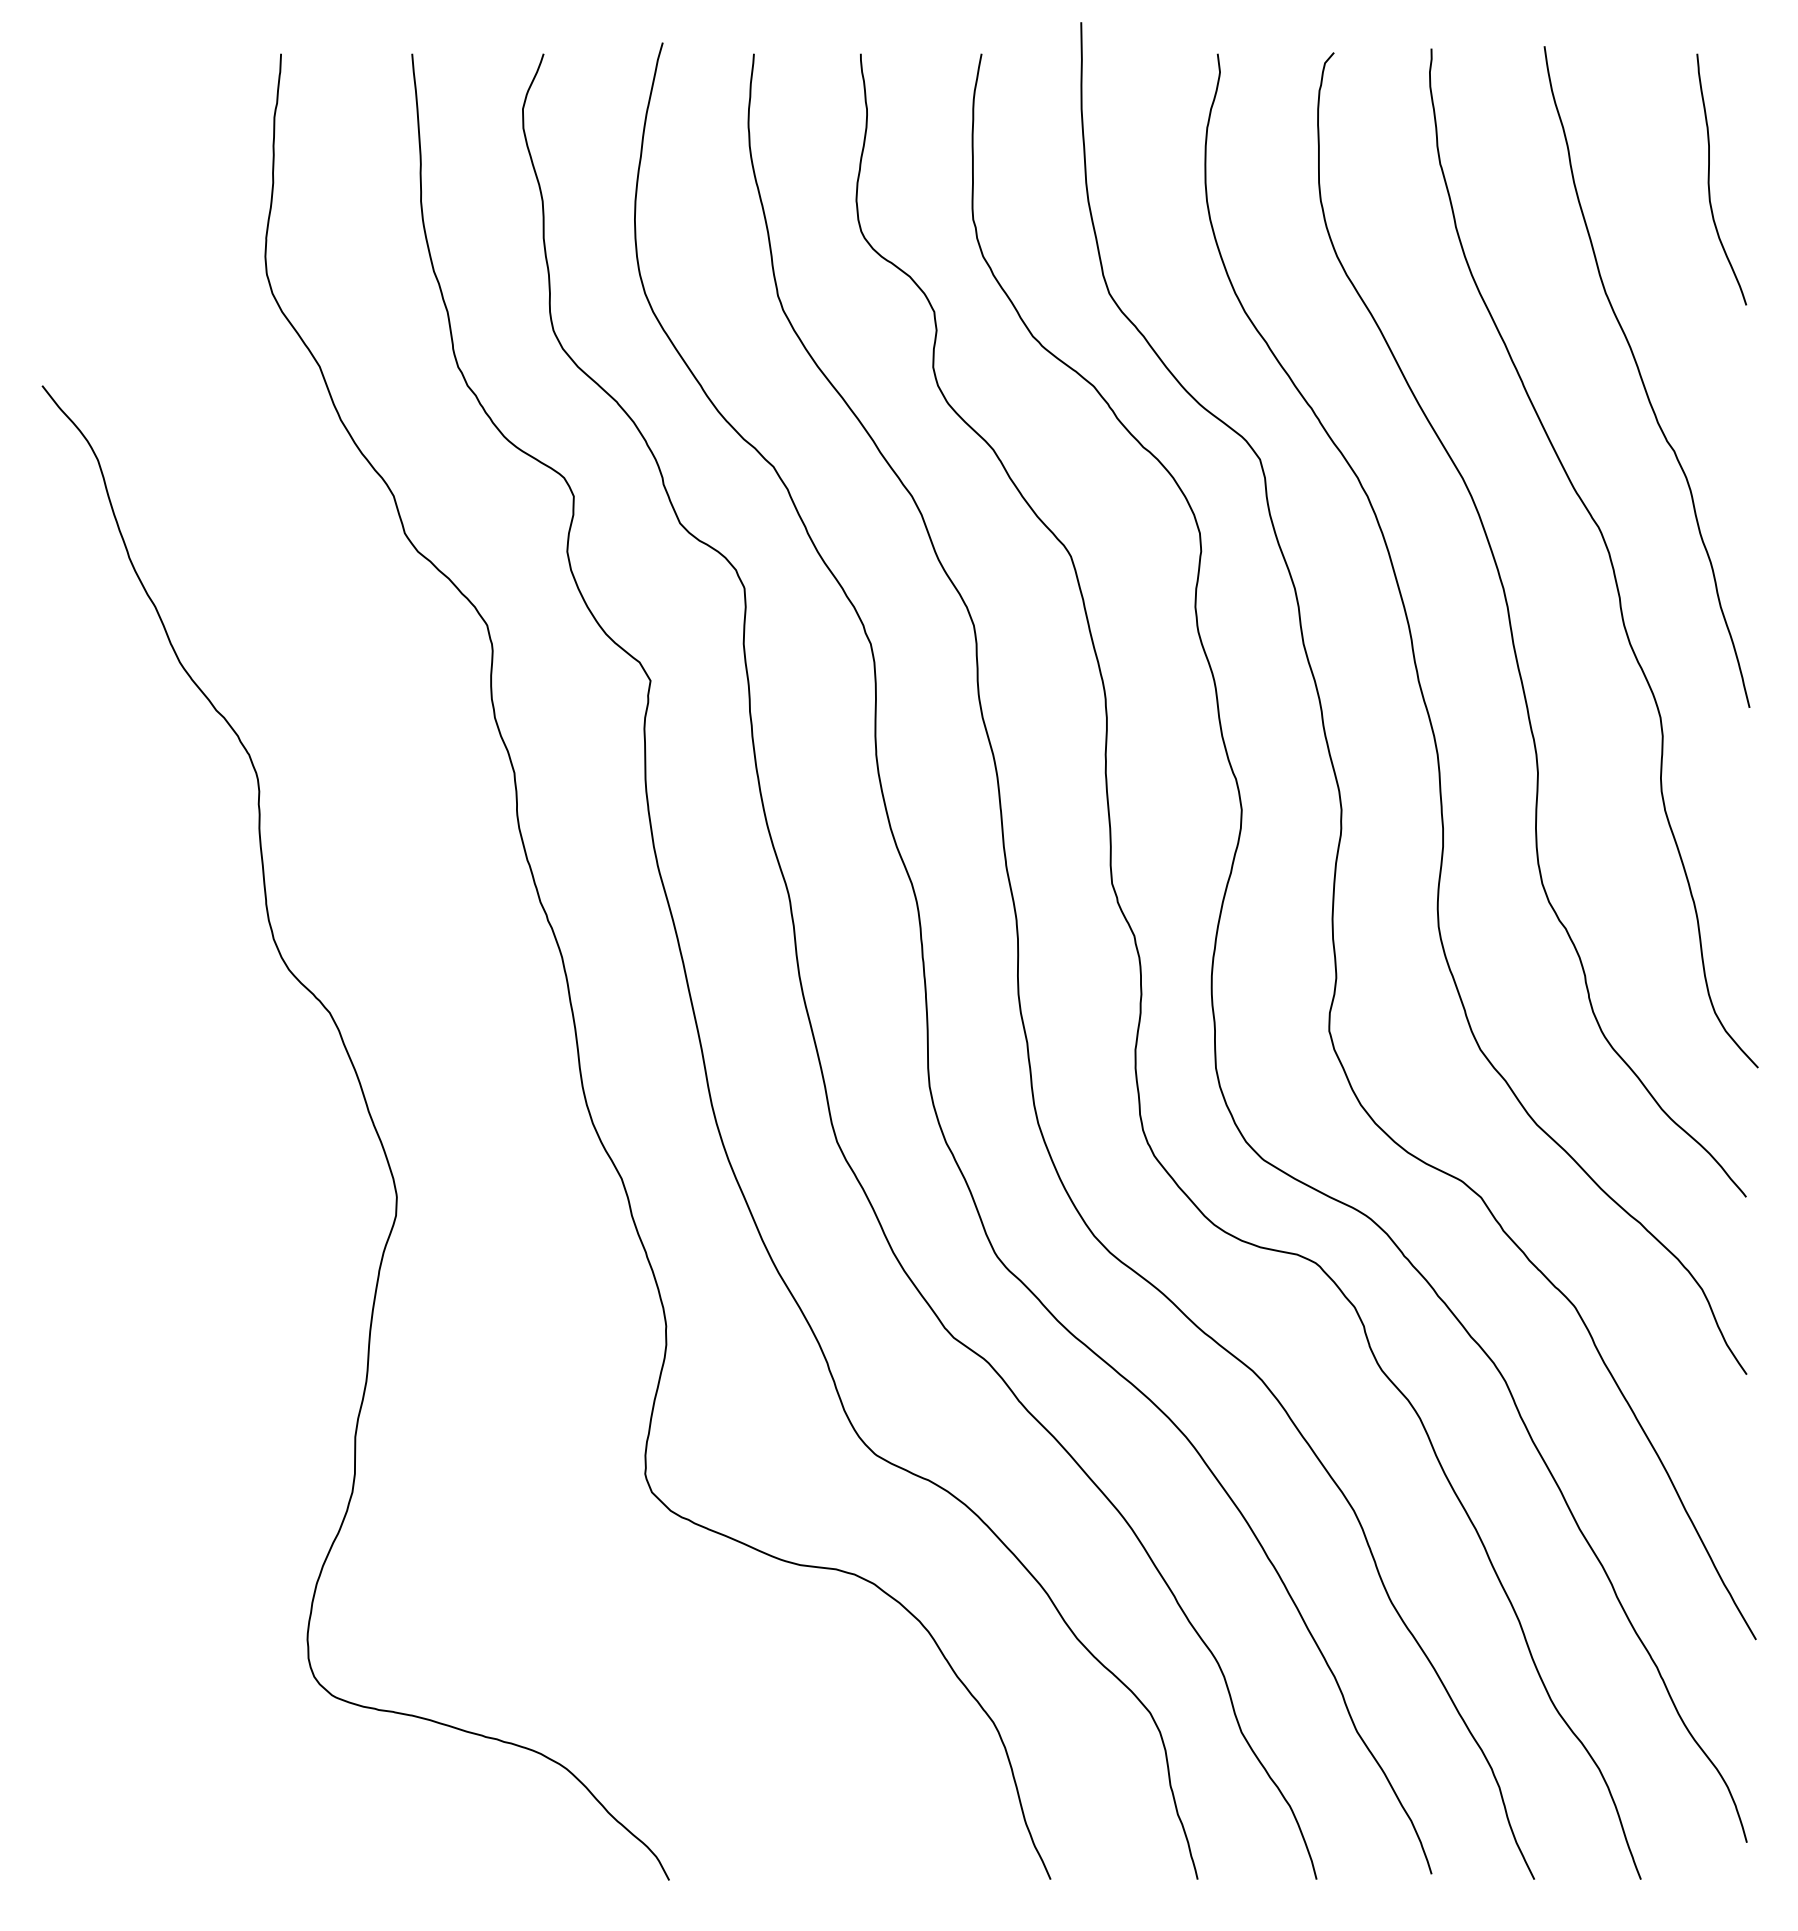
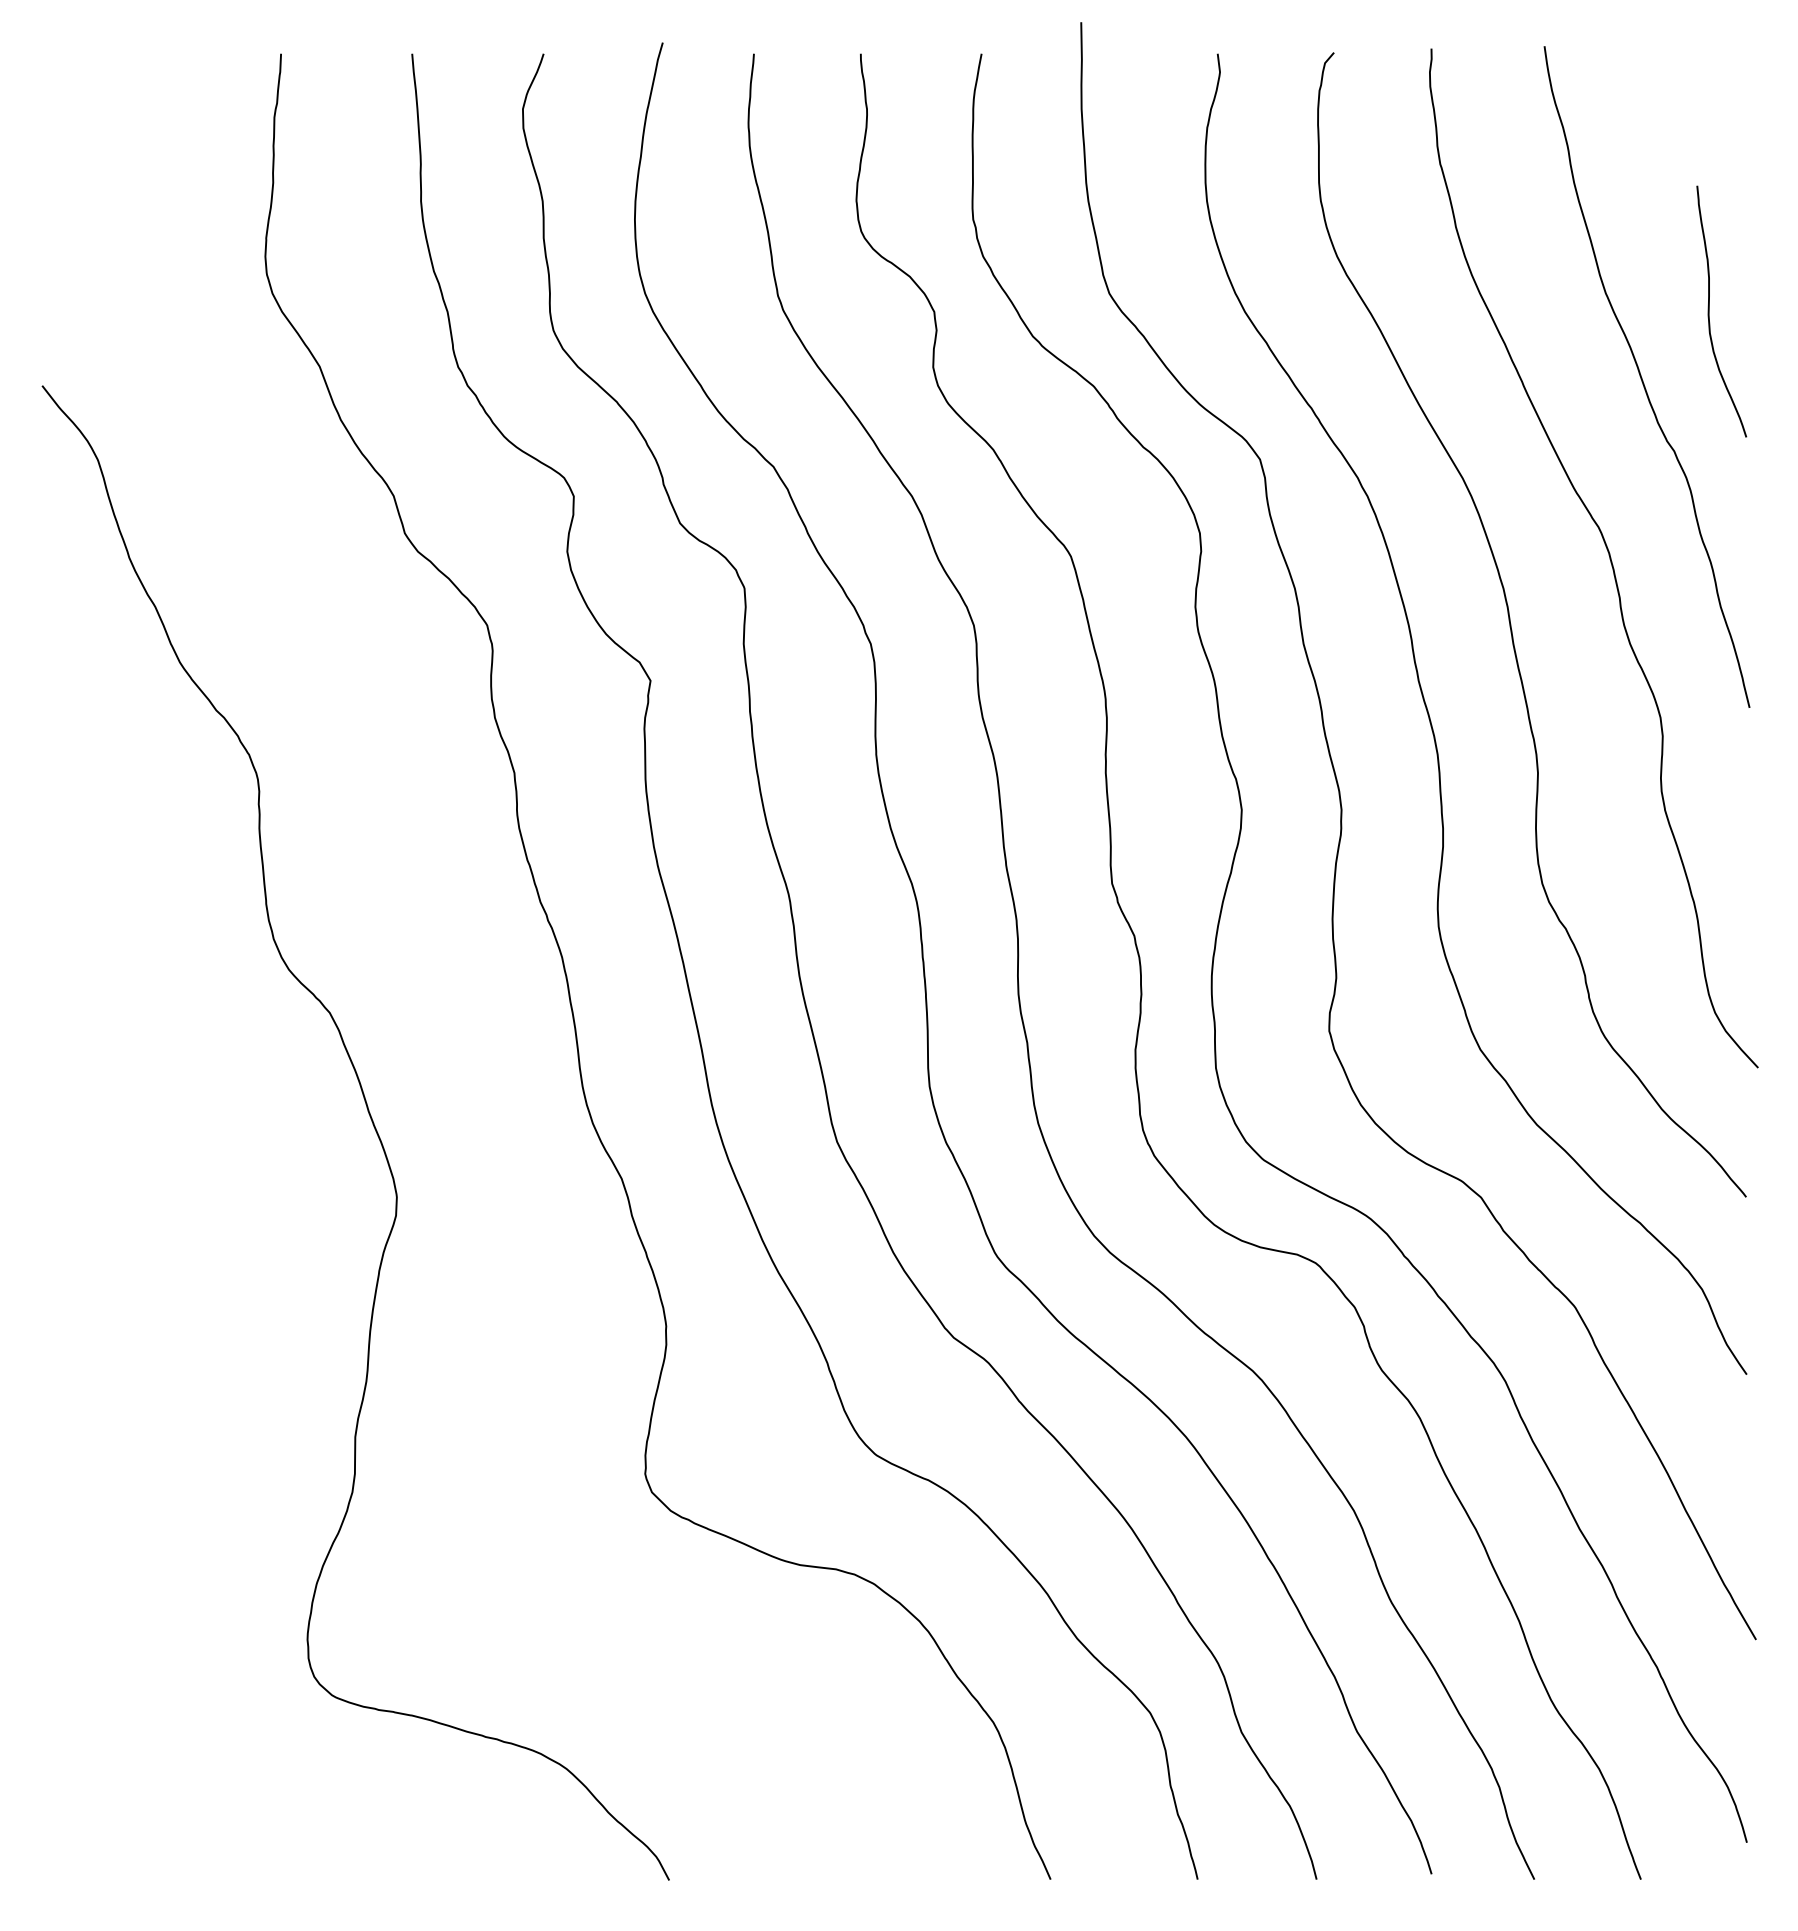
curve at (1709, 179) position: (1709, 179) -> (1709, 311)
